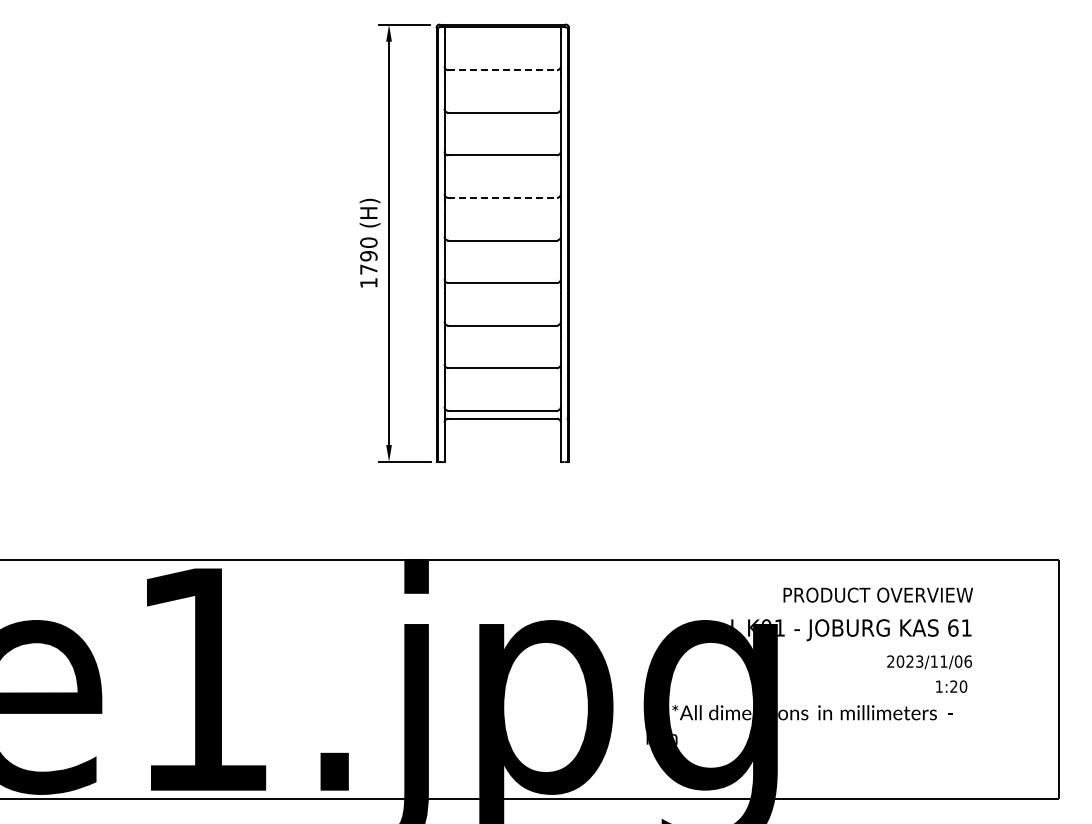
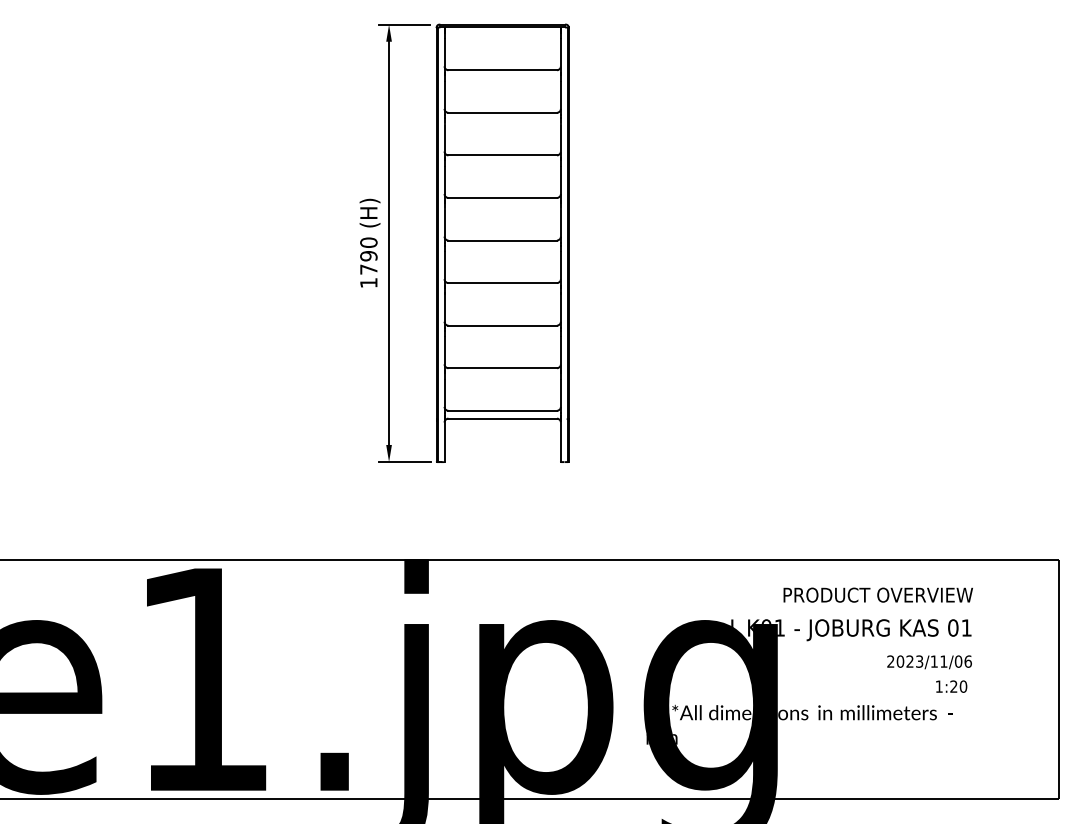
line at (503, 70): dashed -> solid
line at (503, 197): dashed -> solid
text at (953, 627): 61 -> 01
